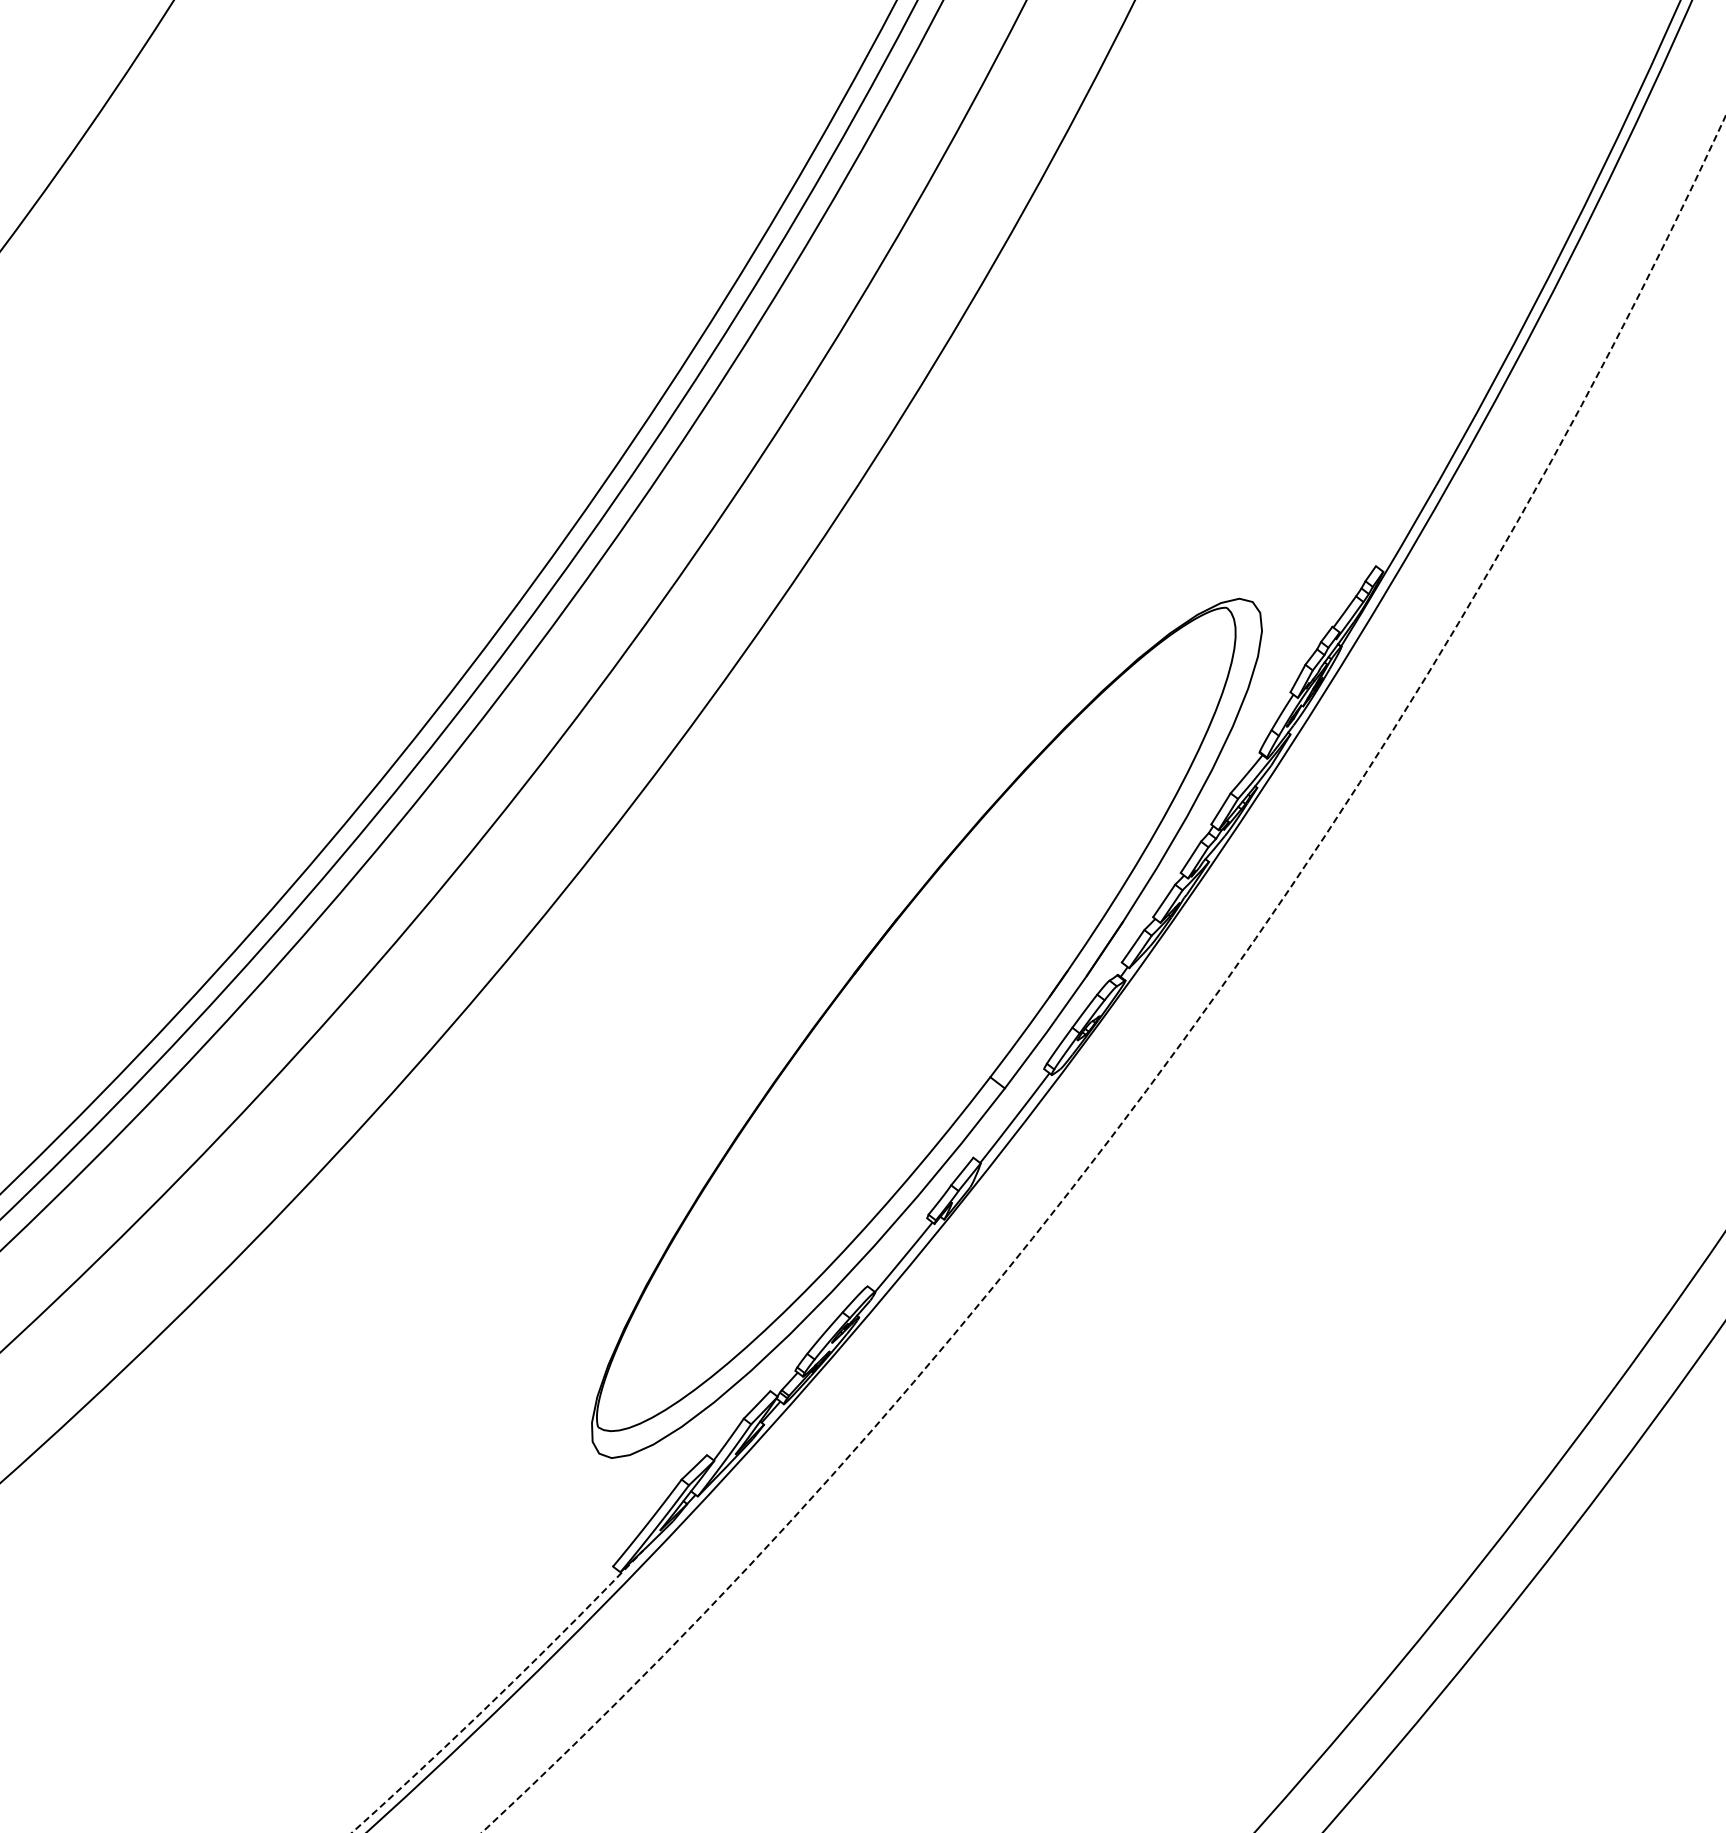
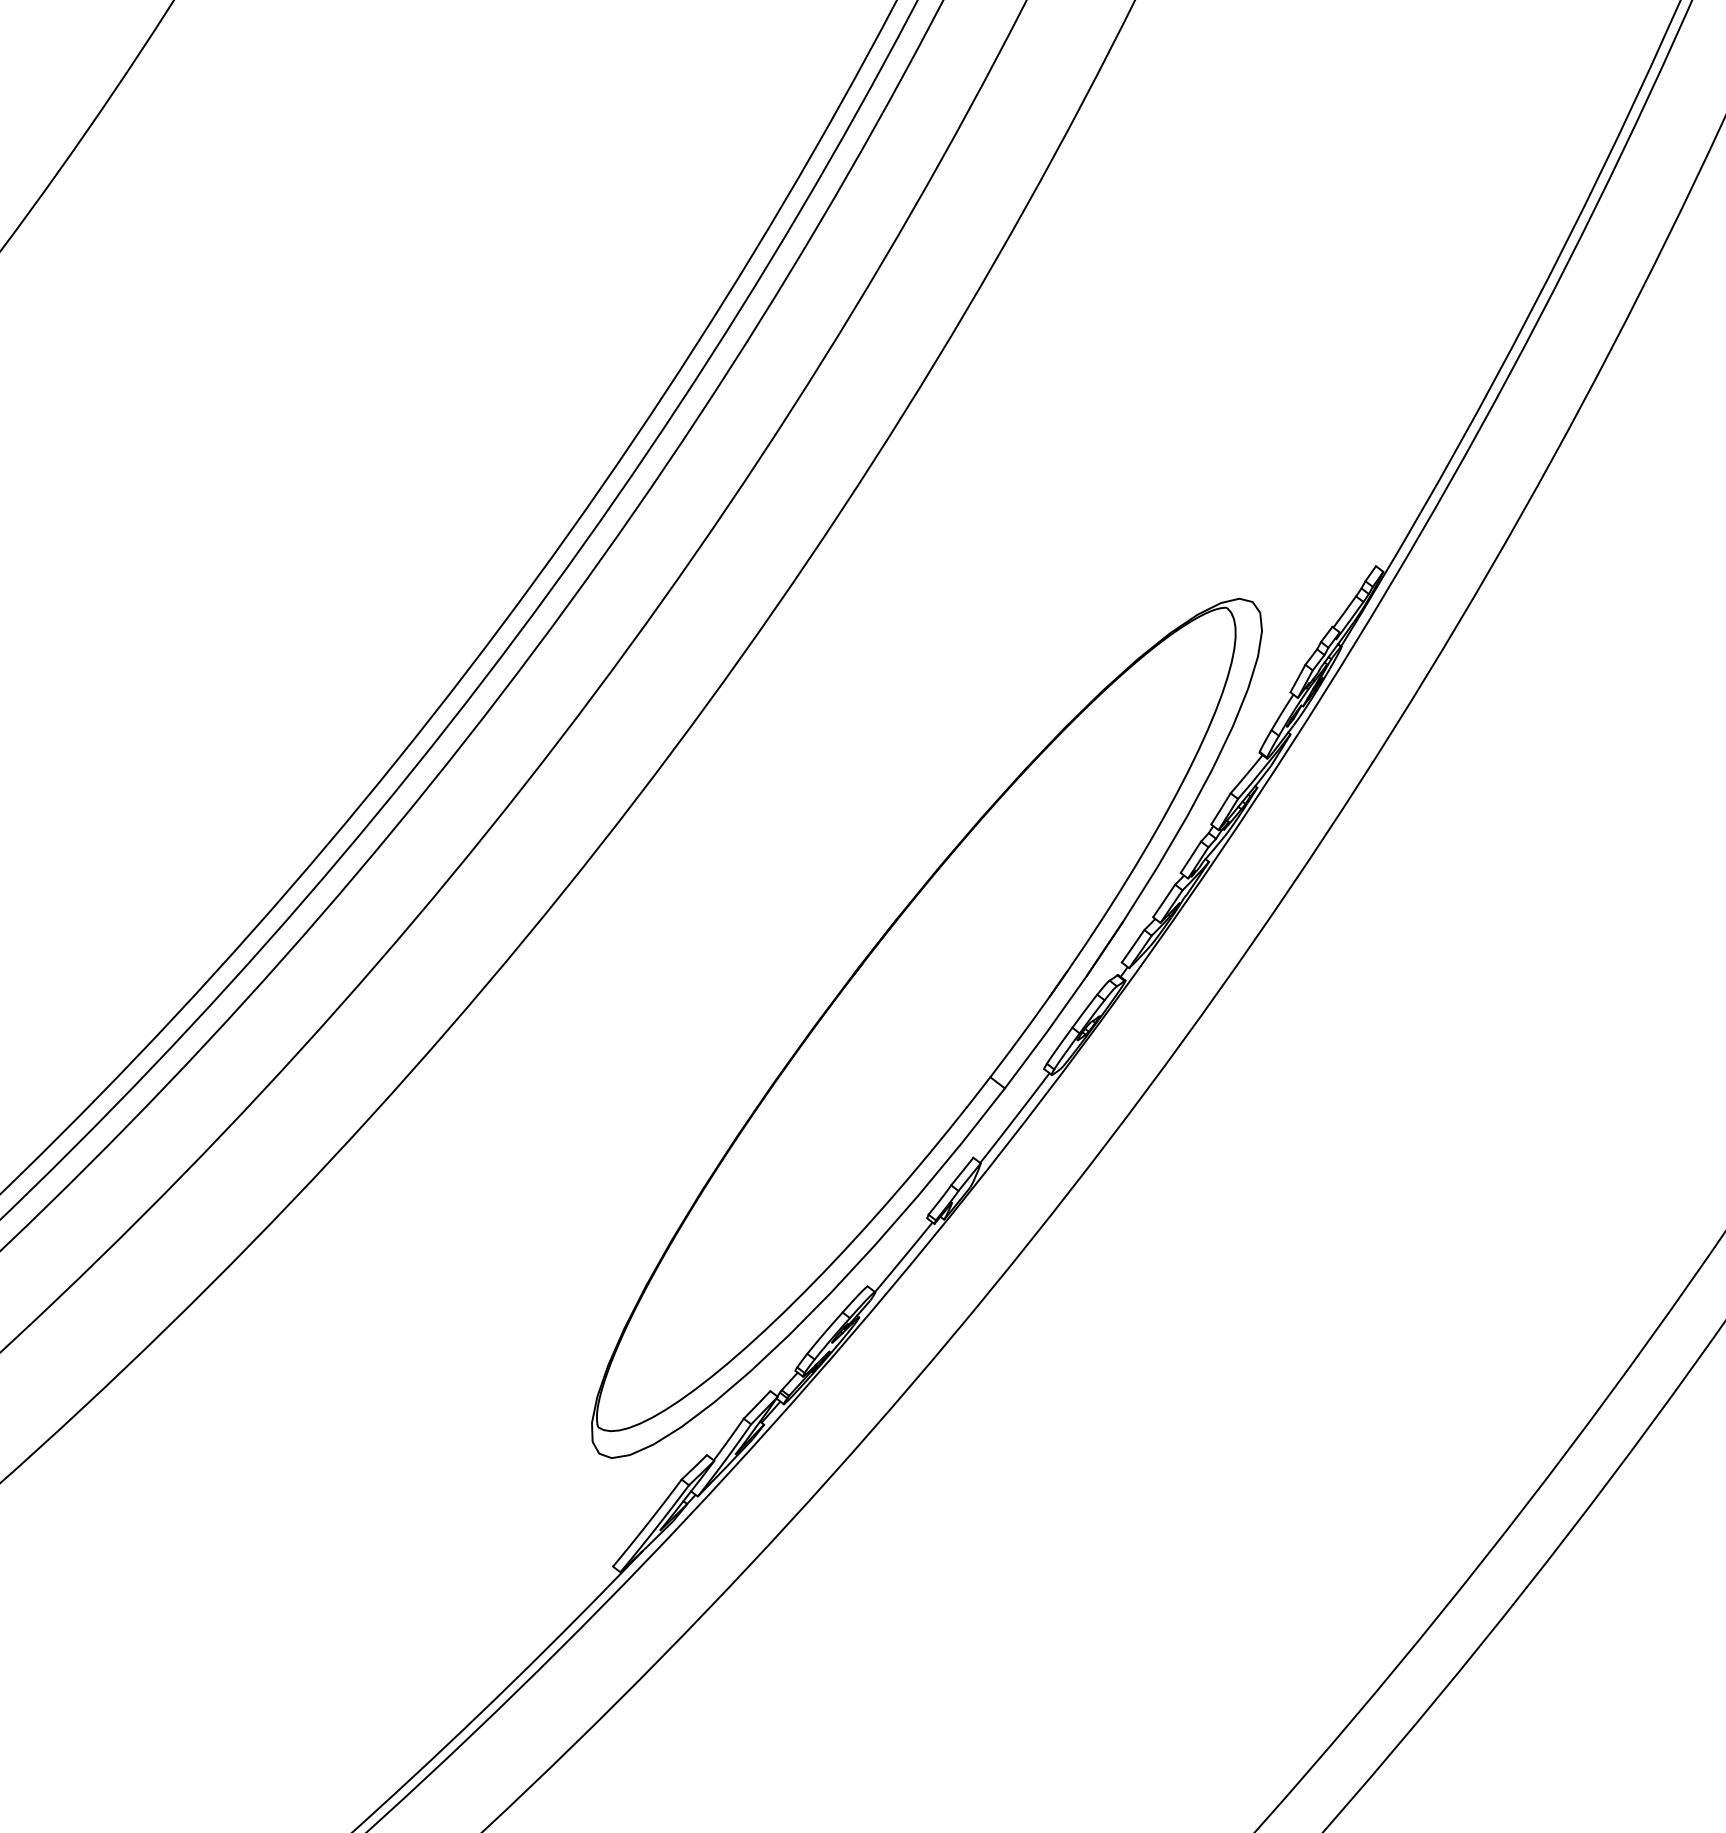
arc at (1185, 1037): dashed -> solid
arc at (500, 1693): dashed -> solid
